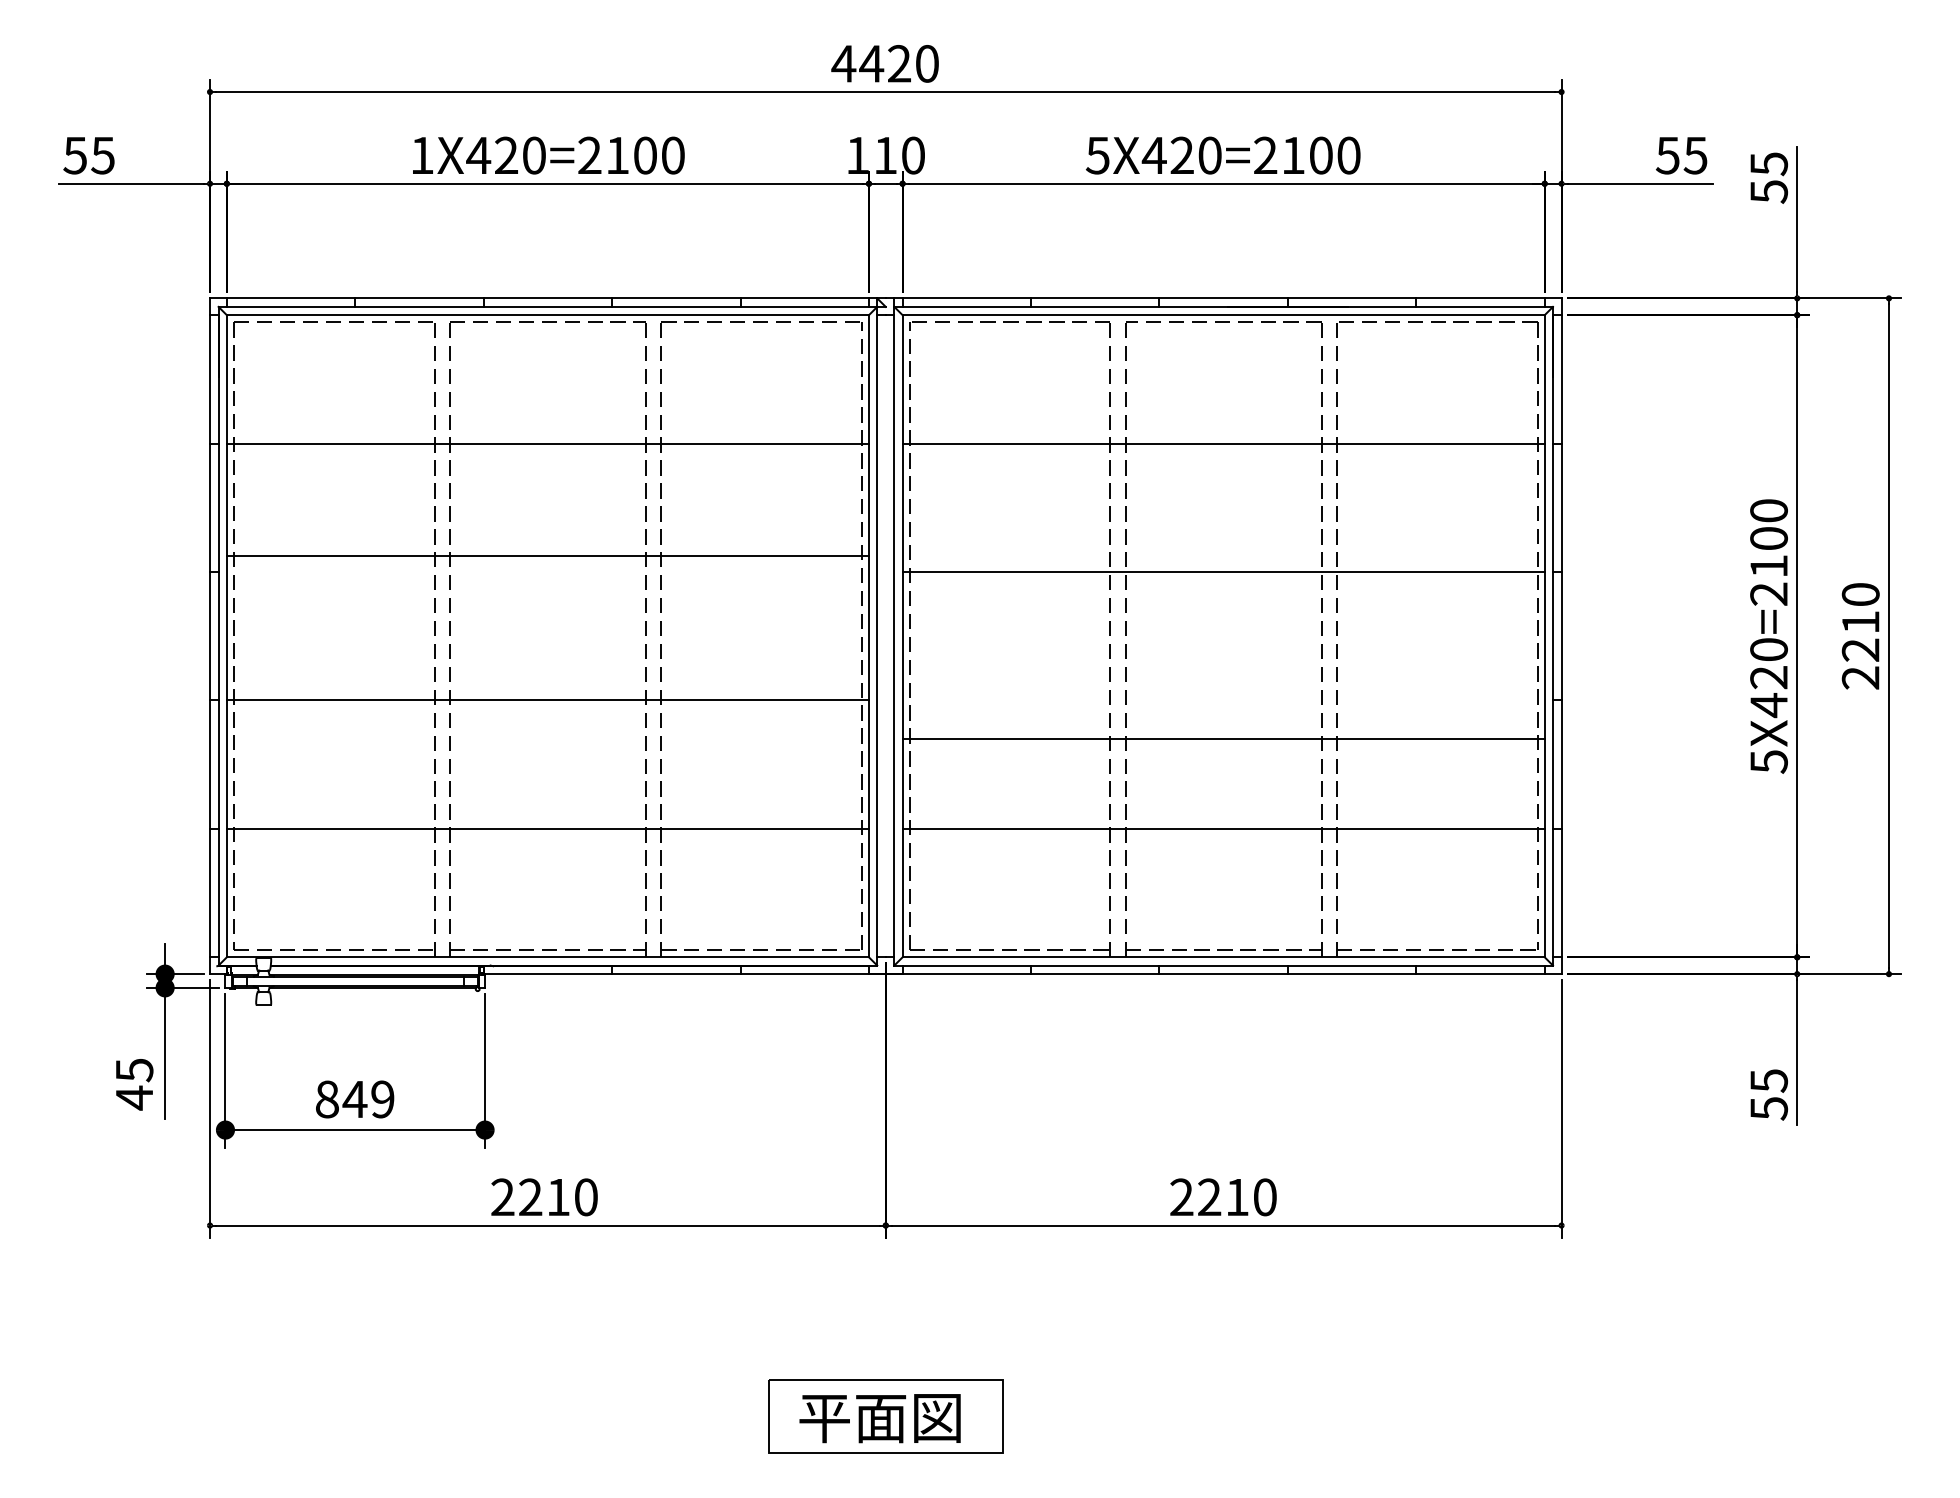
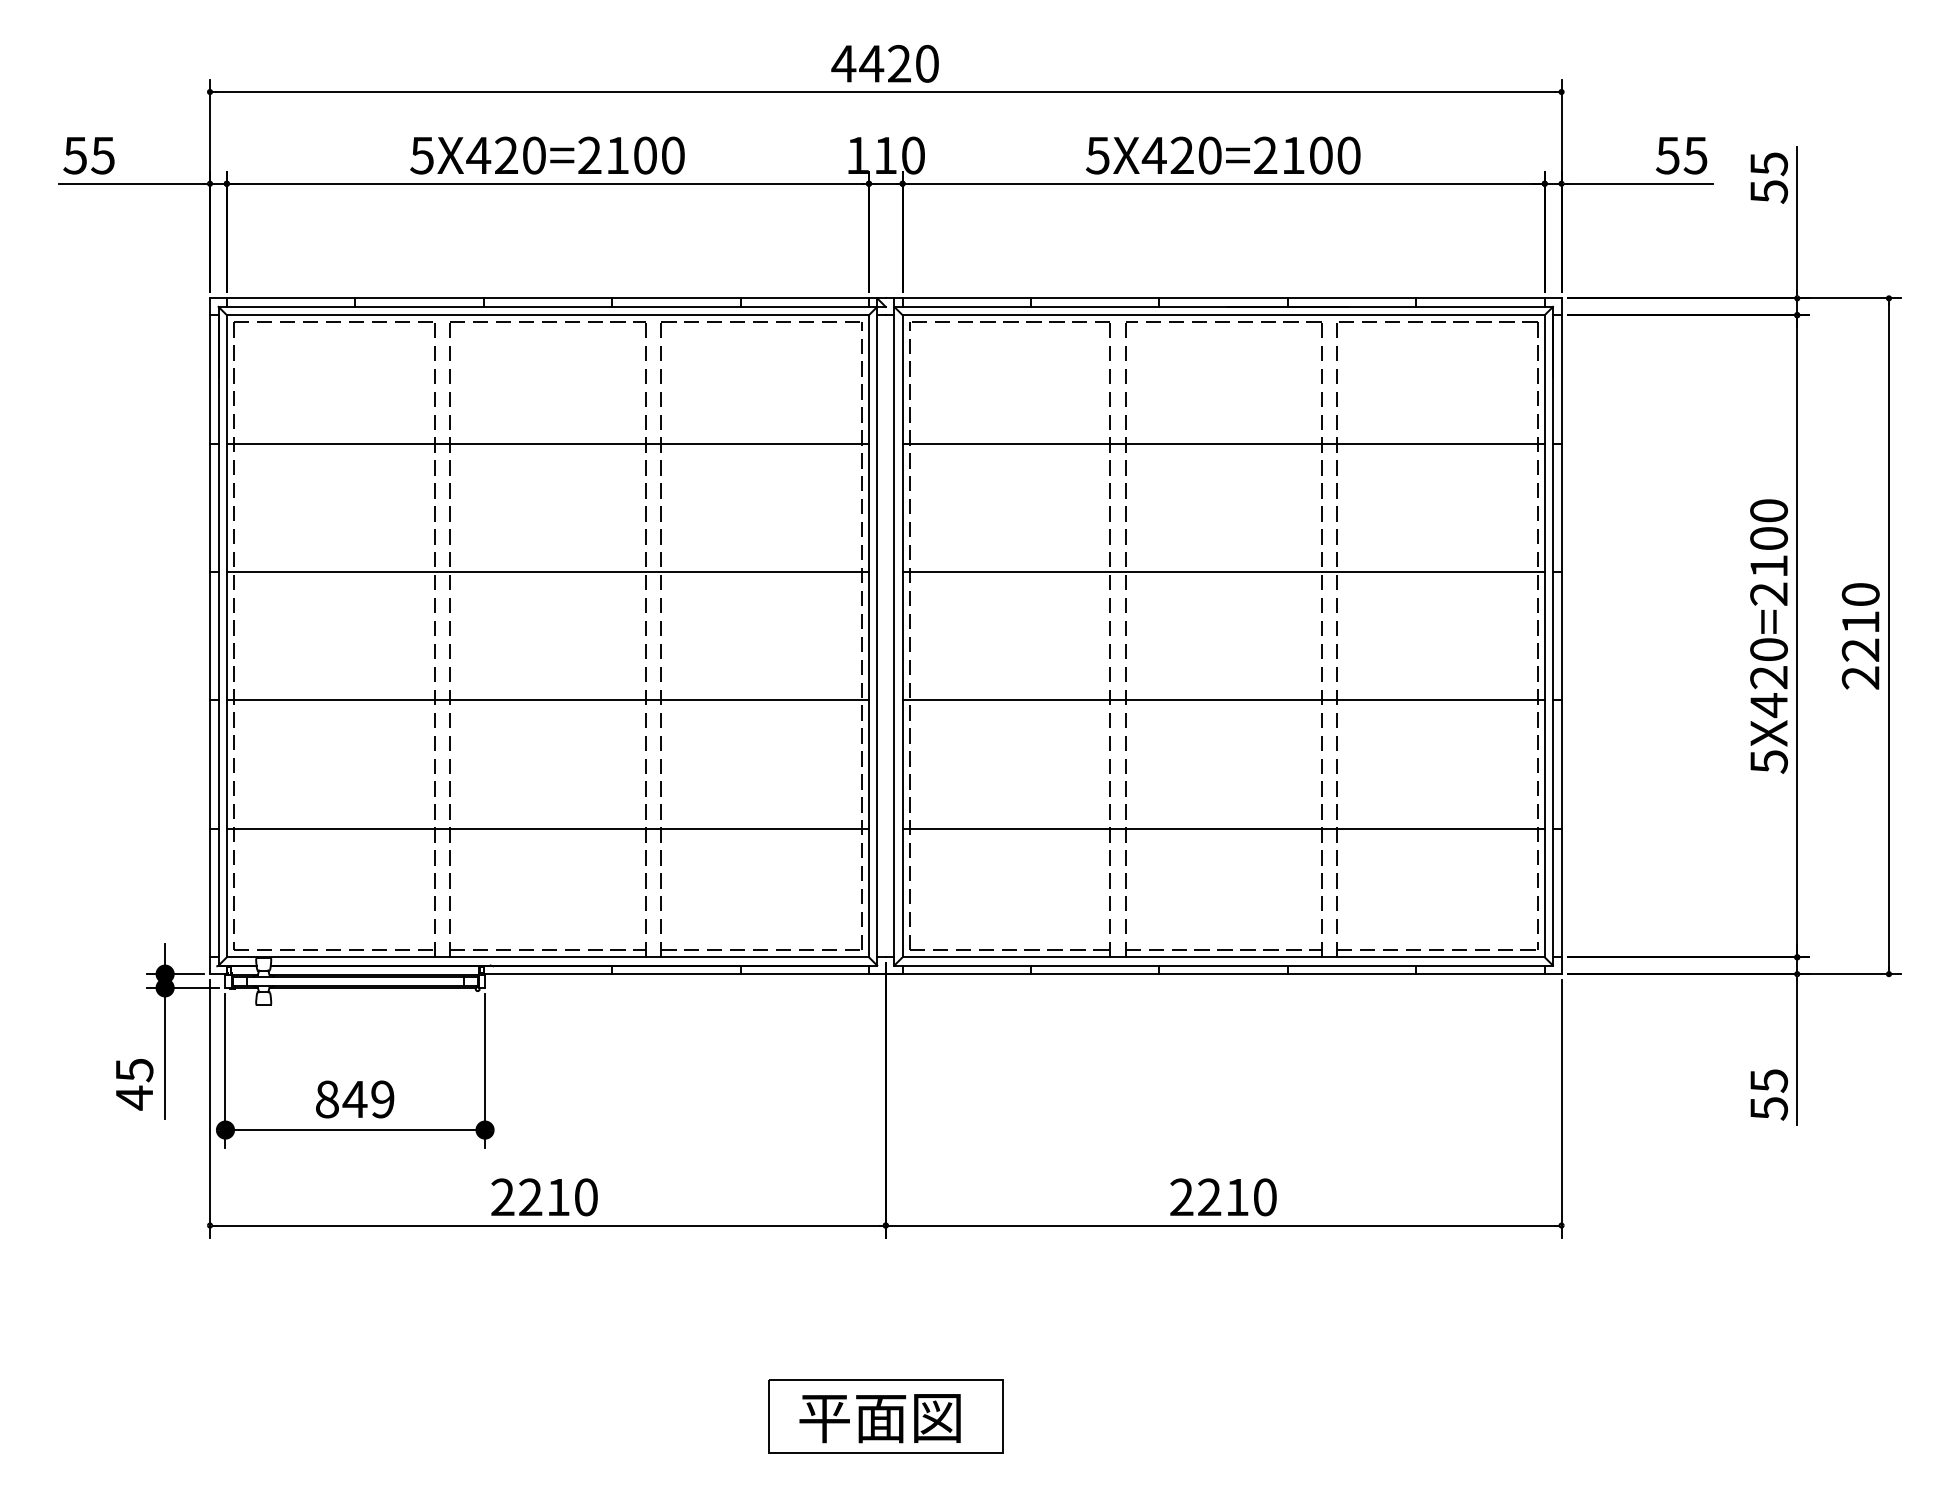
text at (421, 155): 1X420=2100 -> 5X420=2100
line at (547, 556) position: (547, 556) -> (547, 572)
line at (1223, 739) position: (1223, 739) -> (1223, 700)
